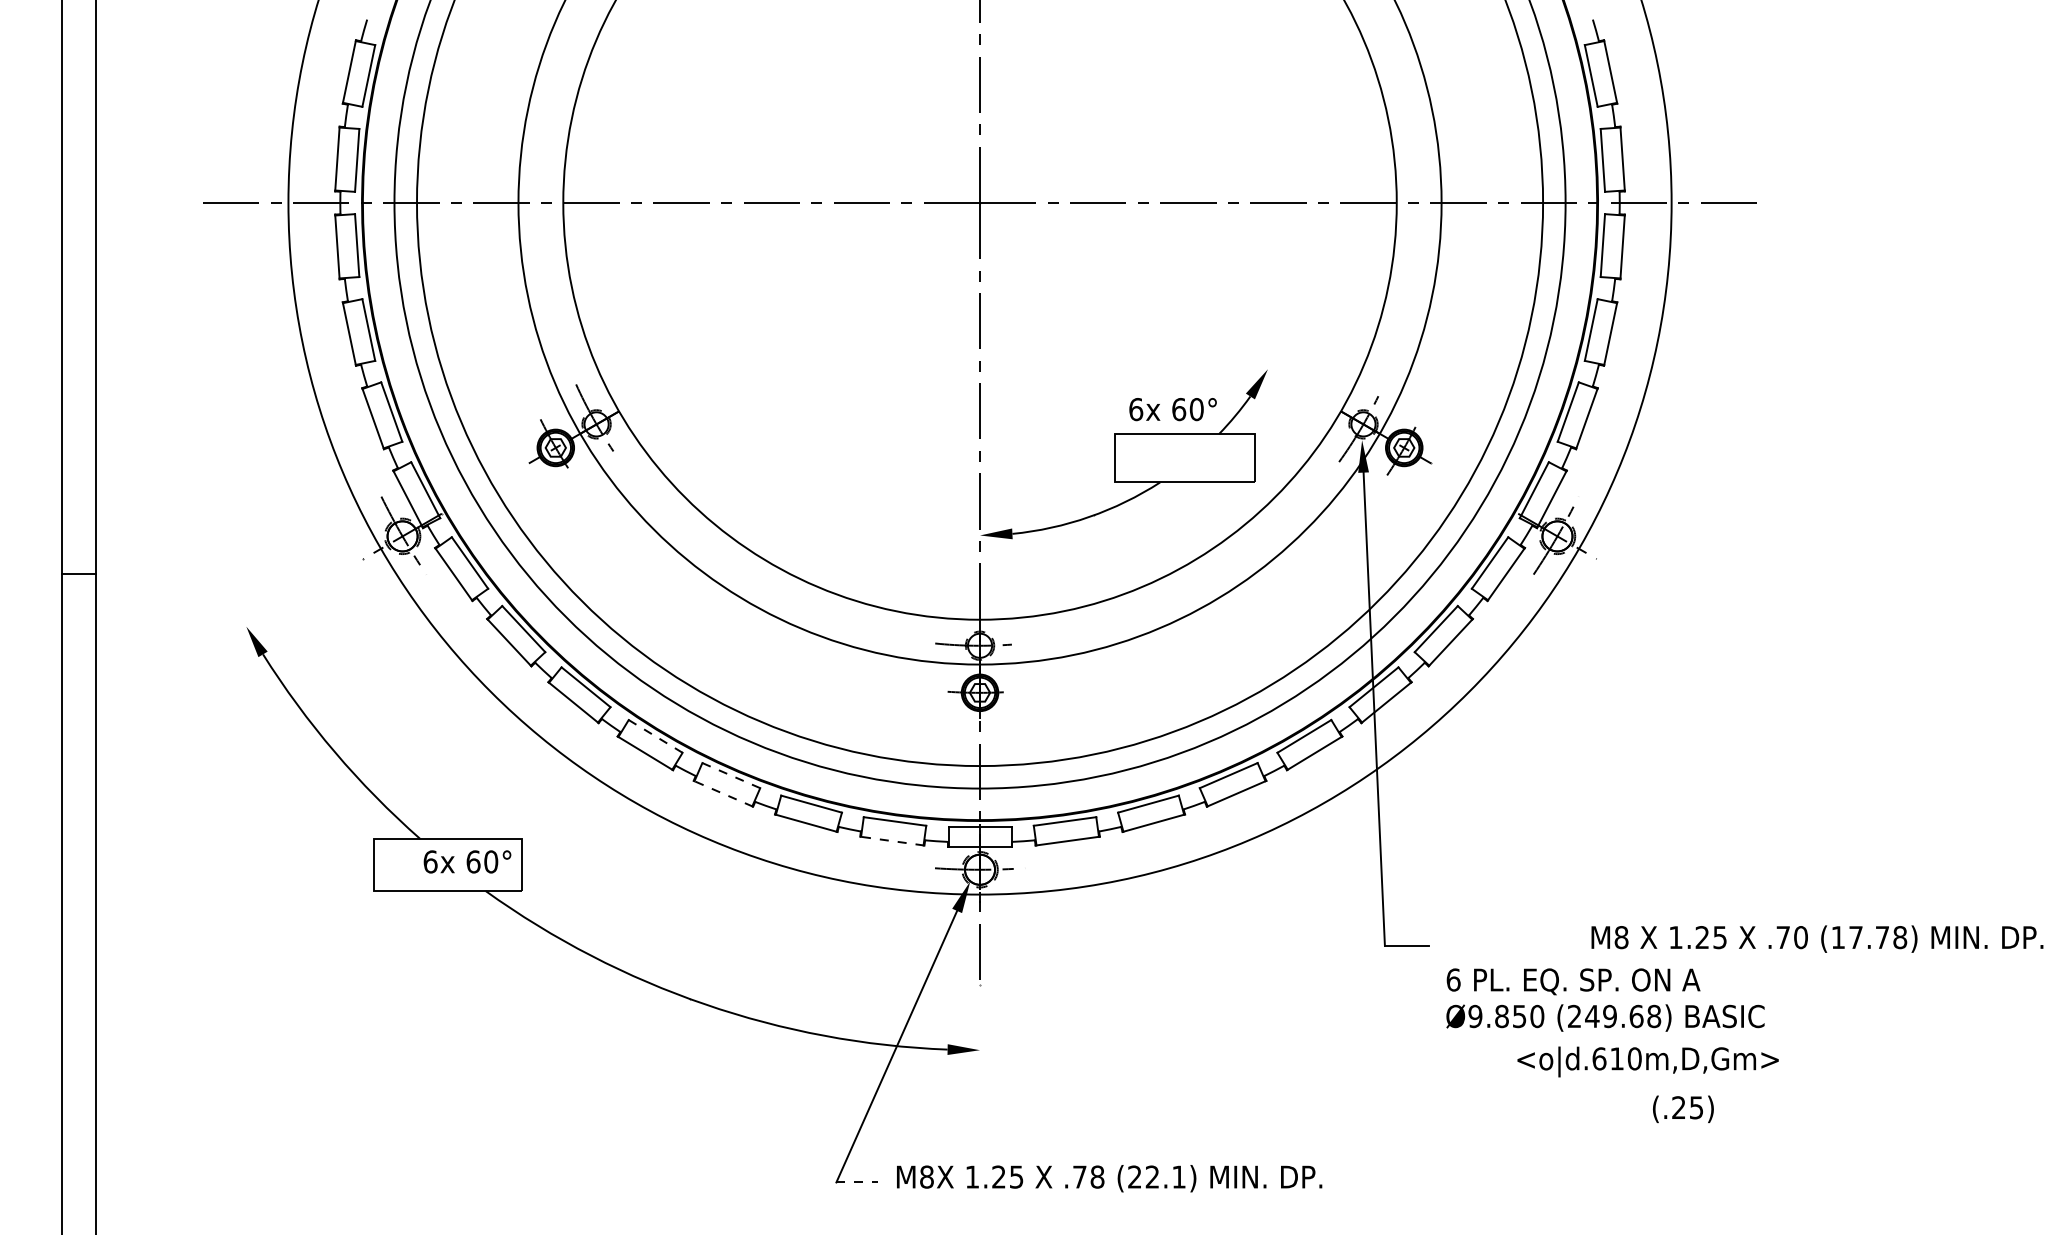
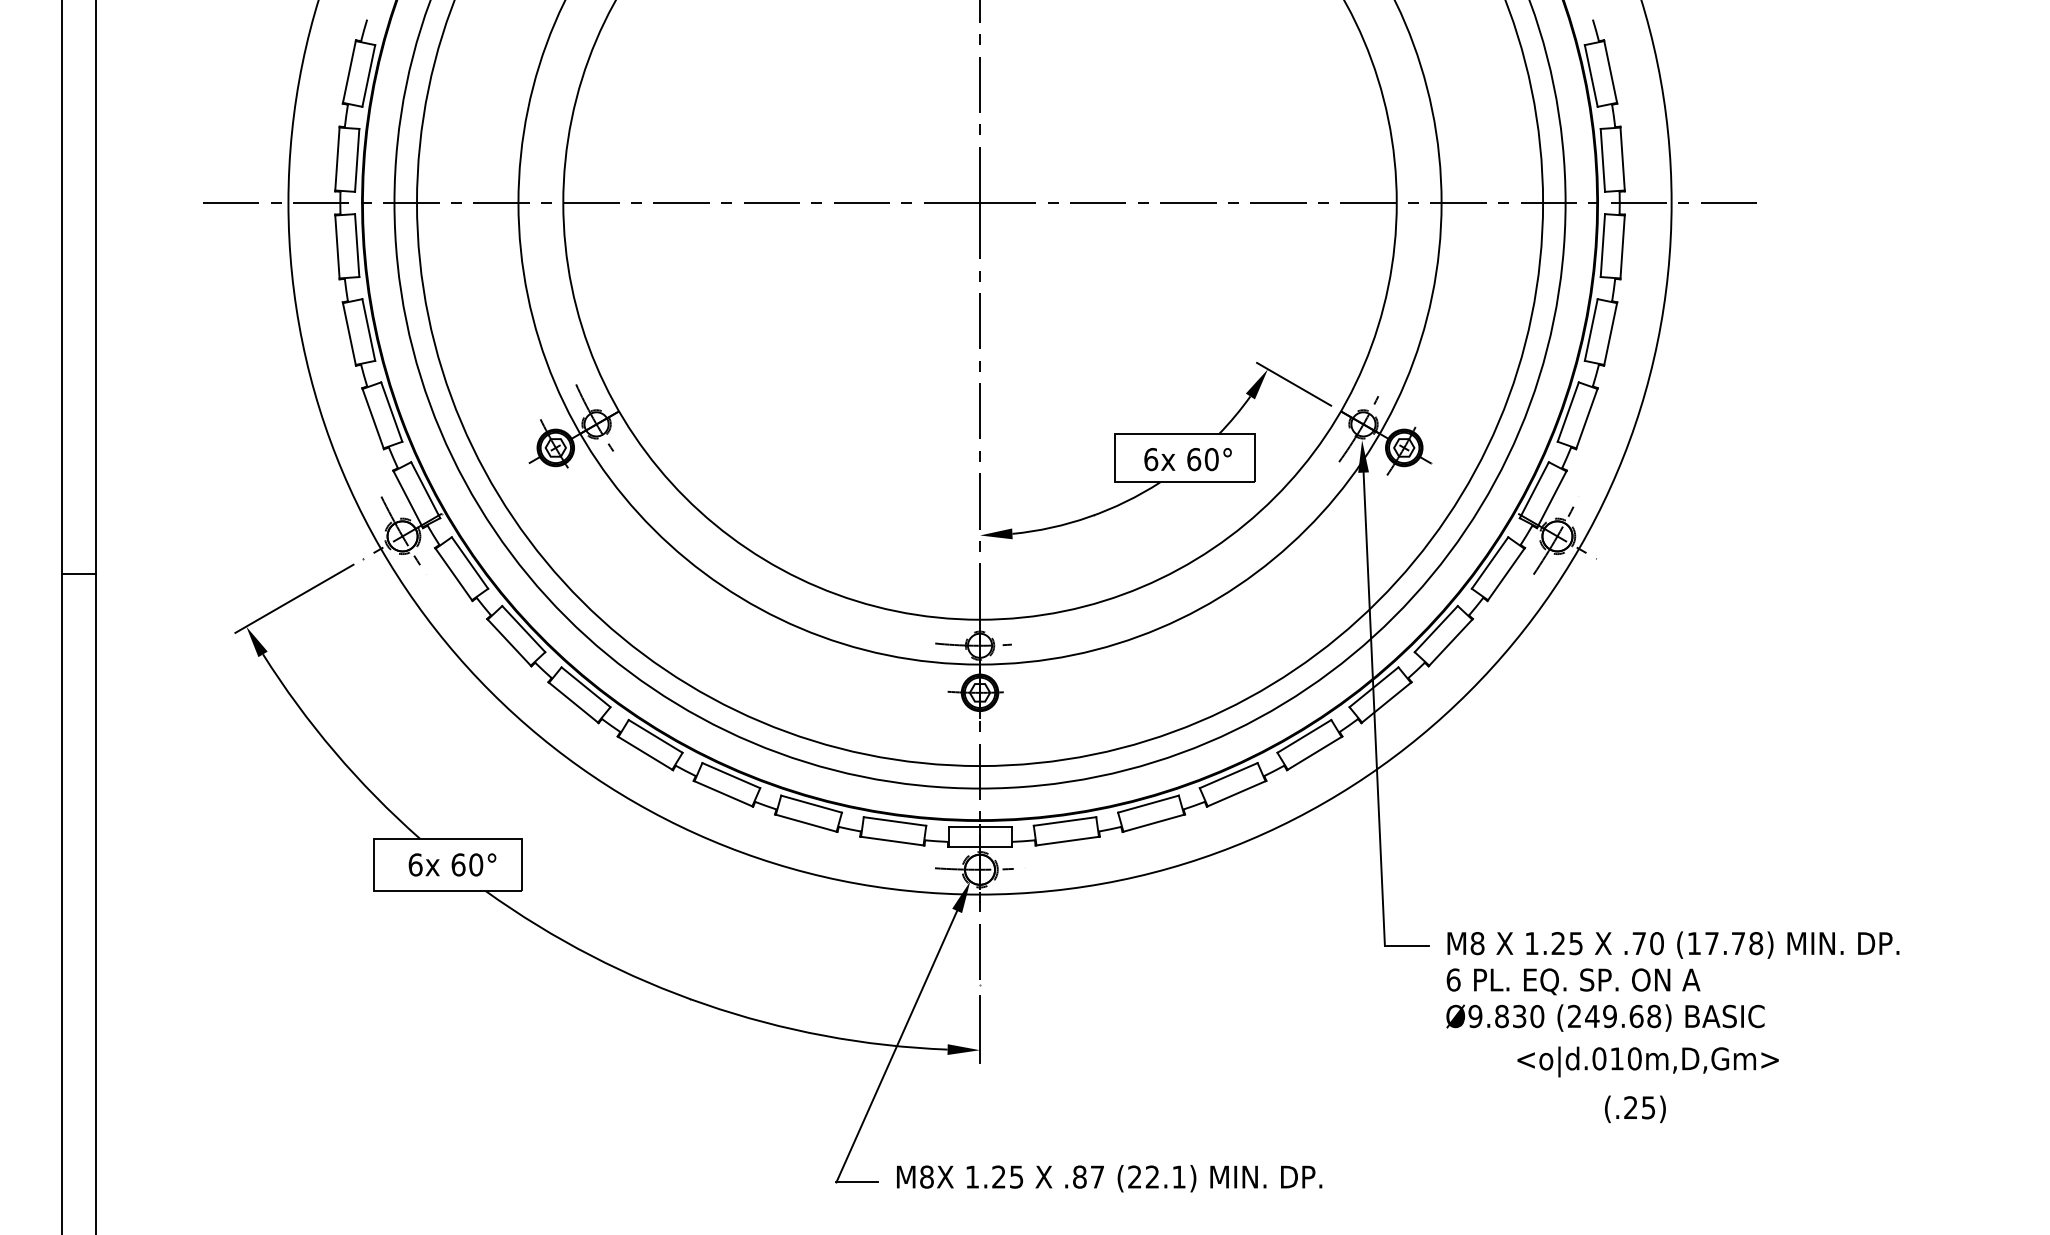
line at (1294, 383): none -> present
text at (1172, 409) position: (1172, 409) -> (1187, 459)
line at (294, 598): none -> present
line at (655, 736): dashed -> solid
line at (731, 775): dashed -> solid
line at (722, 793): dashed -> solid
line at (891, 841): dashed -> solid
text at (467, 861) position: (467, 861) -> (452, 864)
text at (1817, 938) position: (1817, 938) -> (1673, 944)
text at (1519, 1015): Ø9.850 -> Ø9.830
line at (980, 1029): none -> present
text at (1599, 1058): <o|d.610m,D,Gm> -> <o|d.010m,D,Gm>
text at (1683, 1108) position: (1683, 1108) -> (1635, 1108)
text at (1088, 1176): .78 -> .87
line at (857, 1182): dashed -> solid
